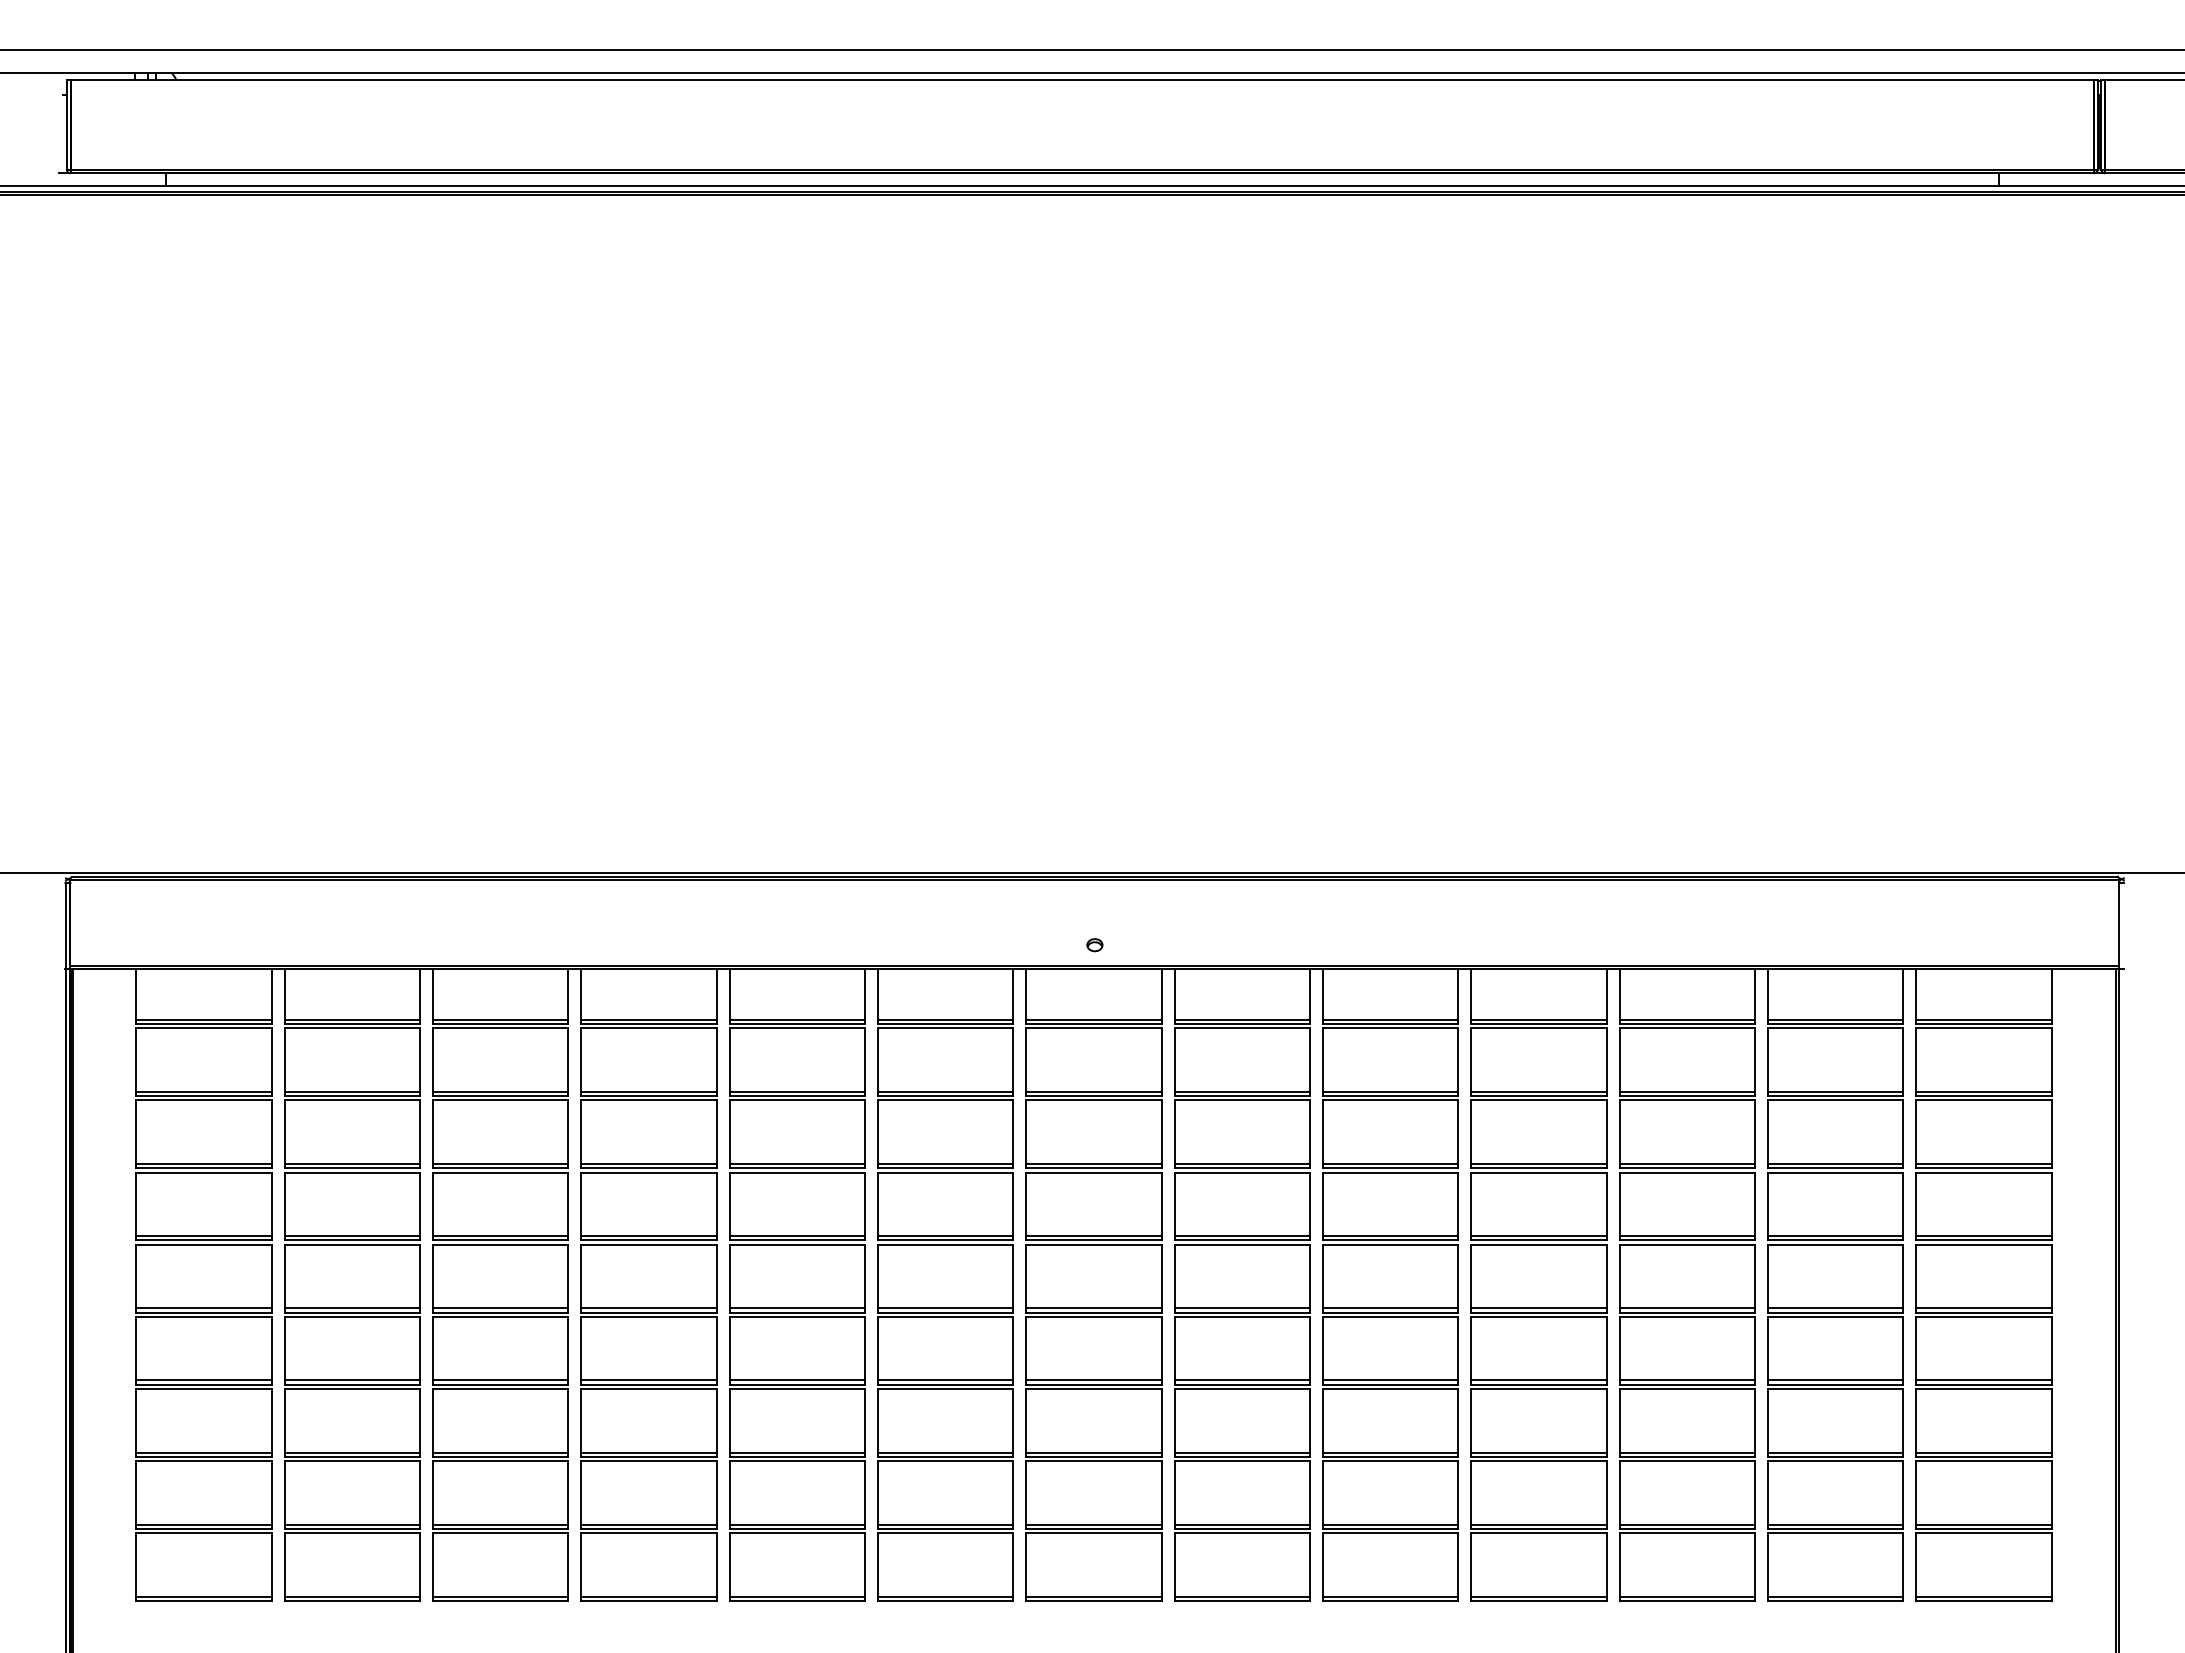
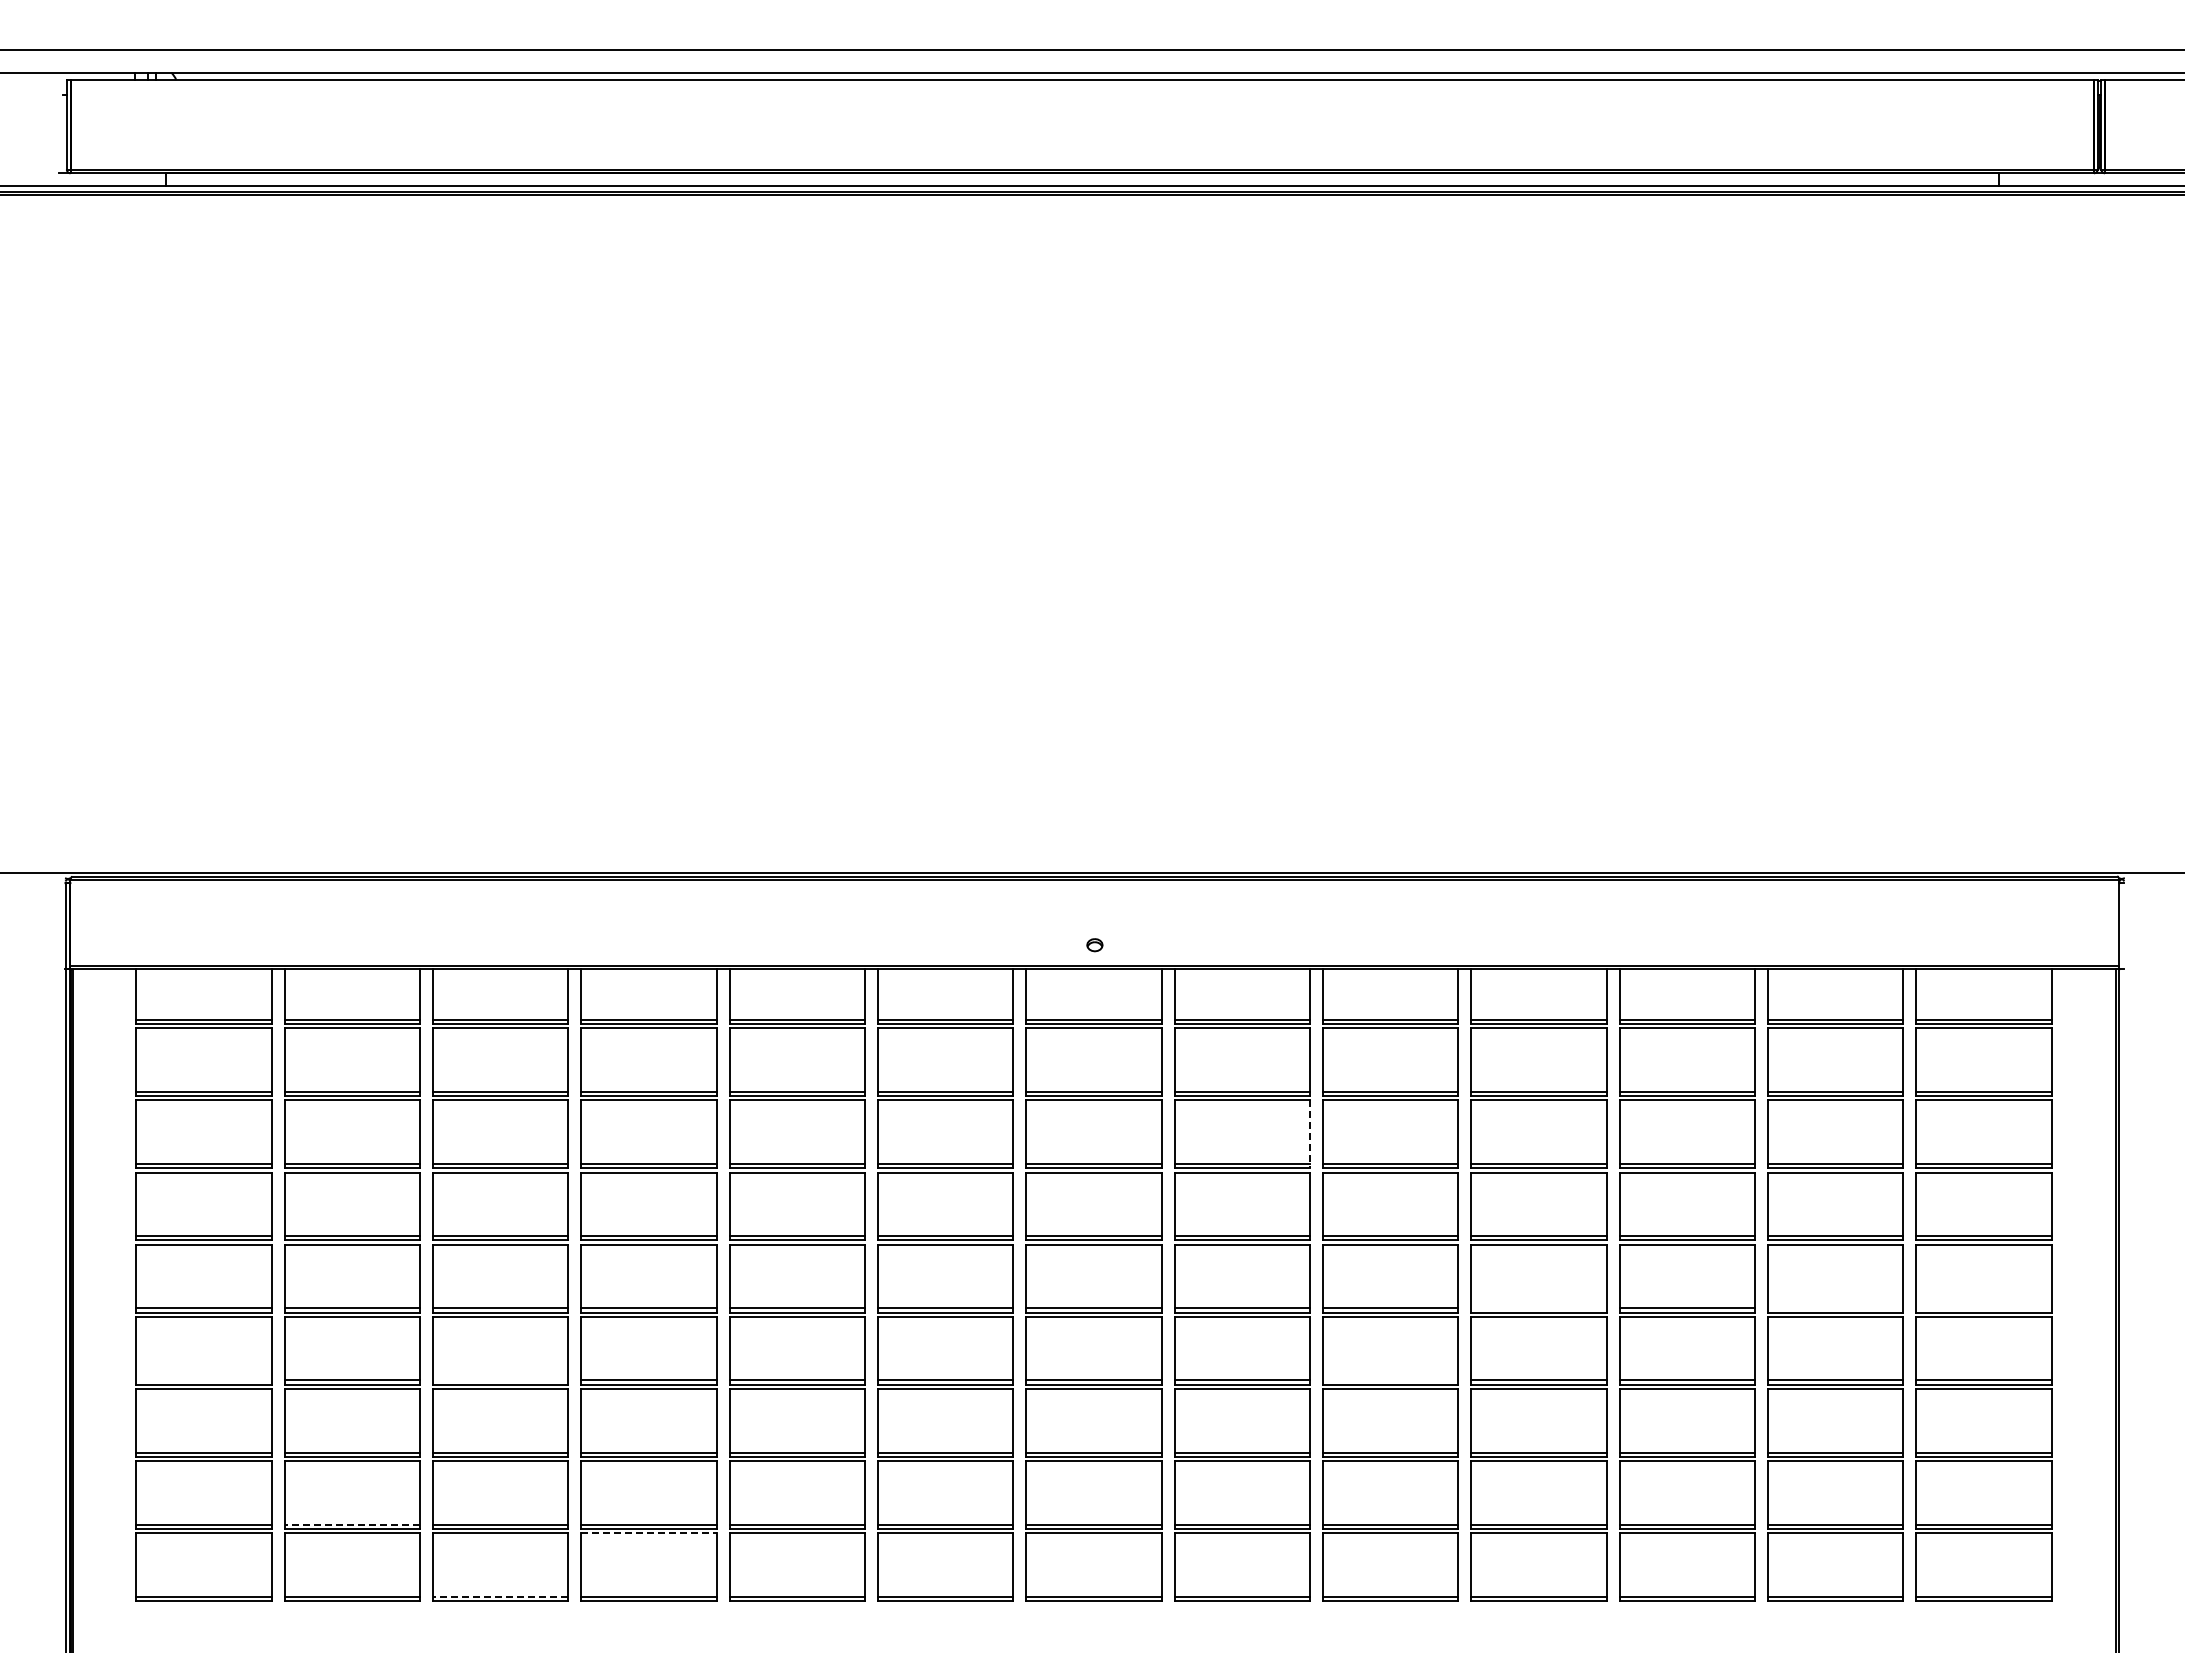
line at (1310, 1134): solid -> dashed
line at (1538, 1308): present -> none
line at (1835, 1308): present -> none
line at (1983, 1308): present -> none
line at (203, 1380): present -> none
line at (500, 1380): present -> none
line at (1390, 1380): present -> none
line at (352, 1524): solid -> dashed
line at (649, 1533): solid -> dashed
line at (500, 1596): solid -> dashed
